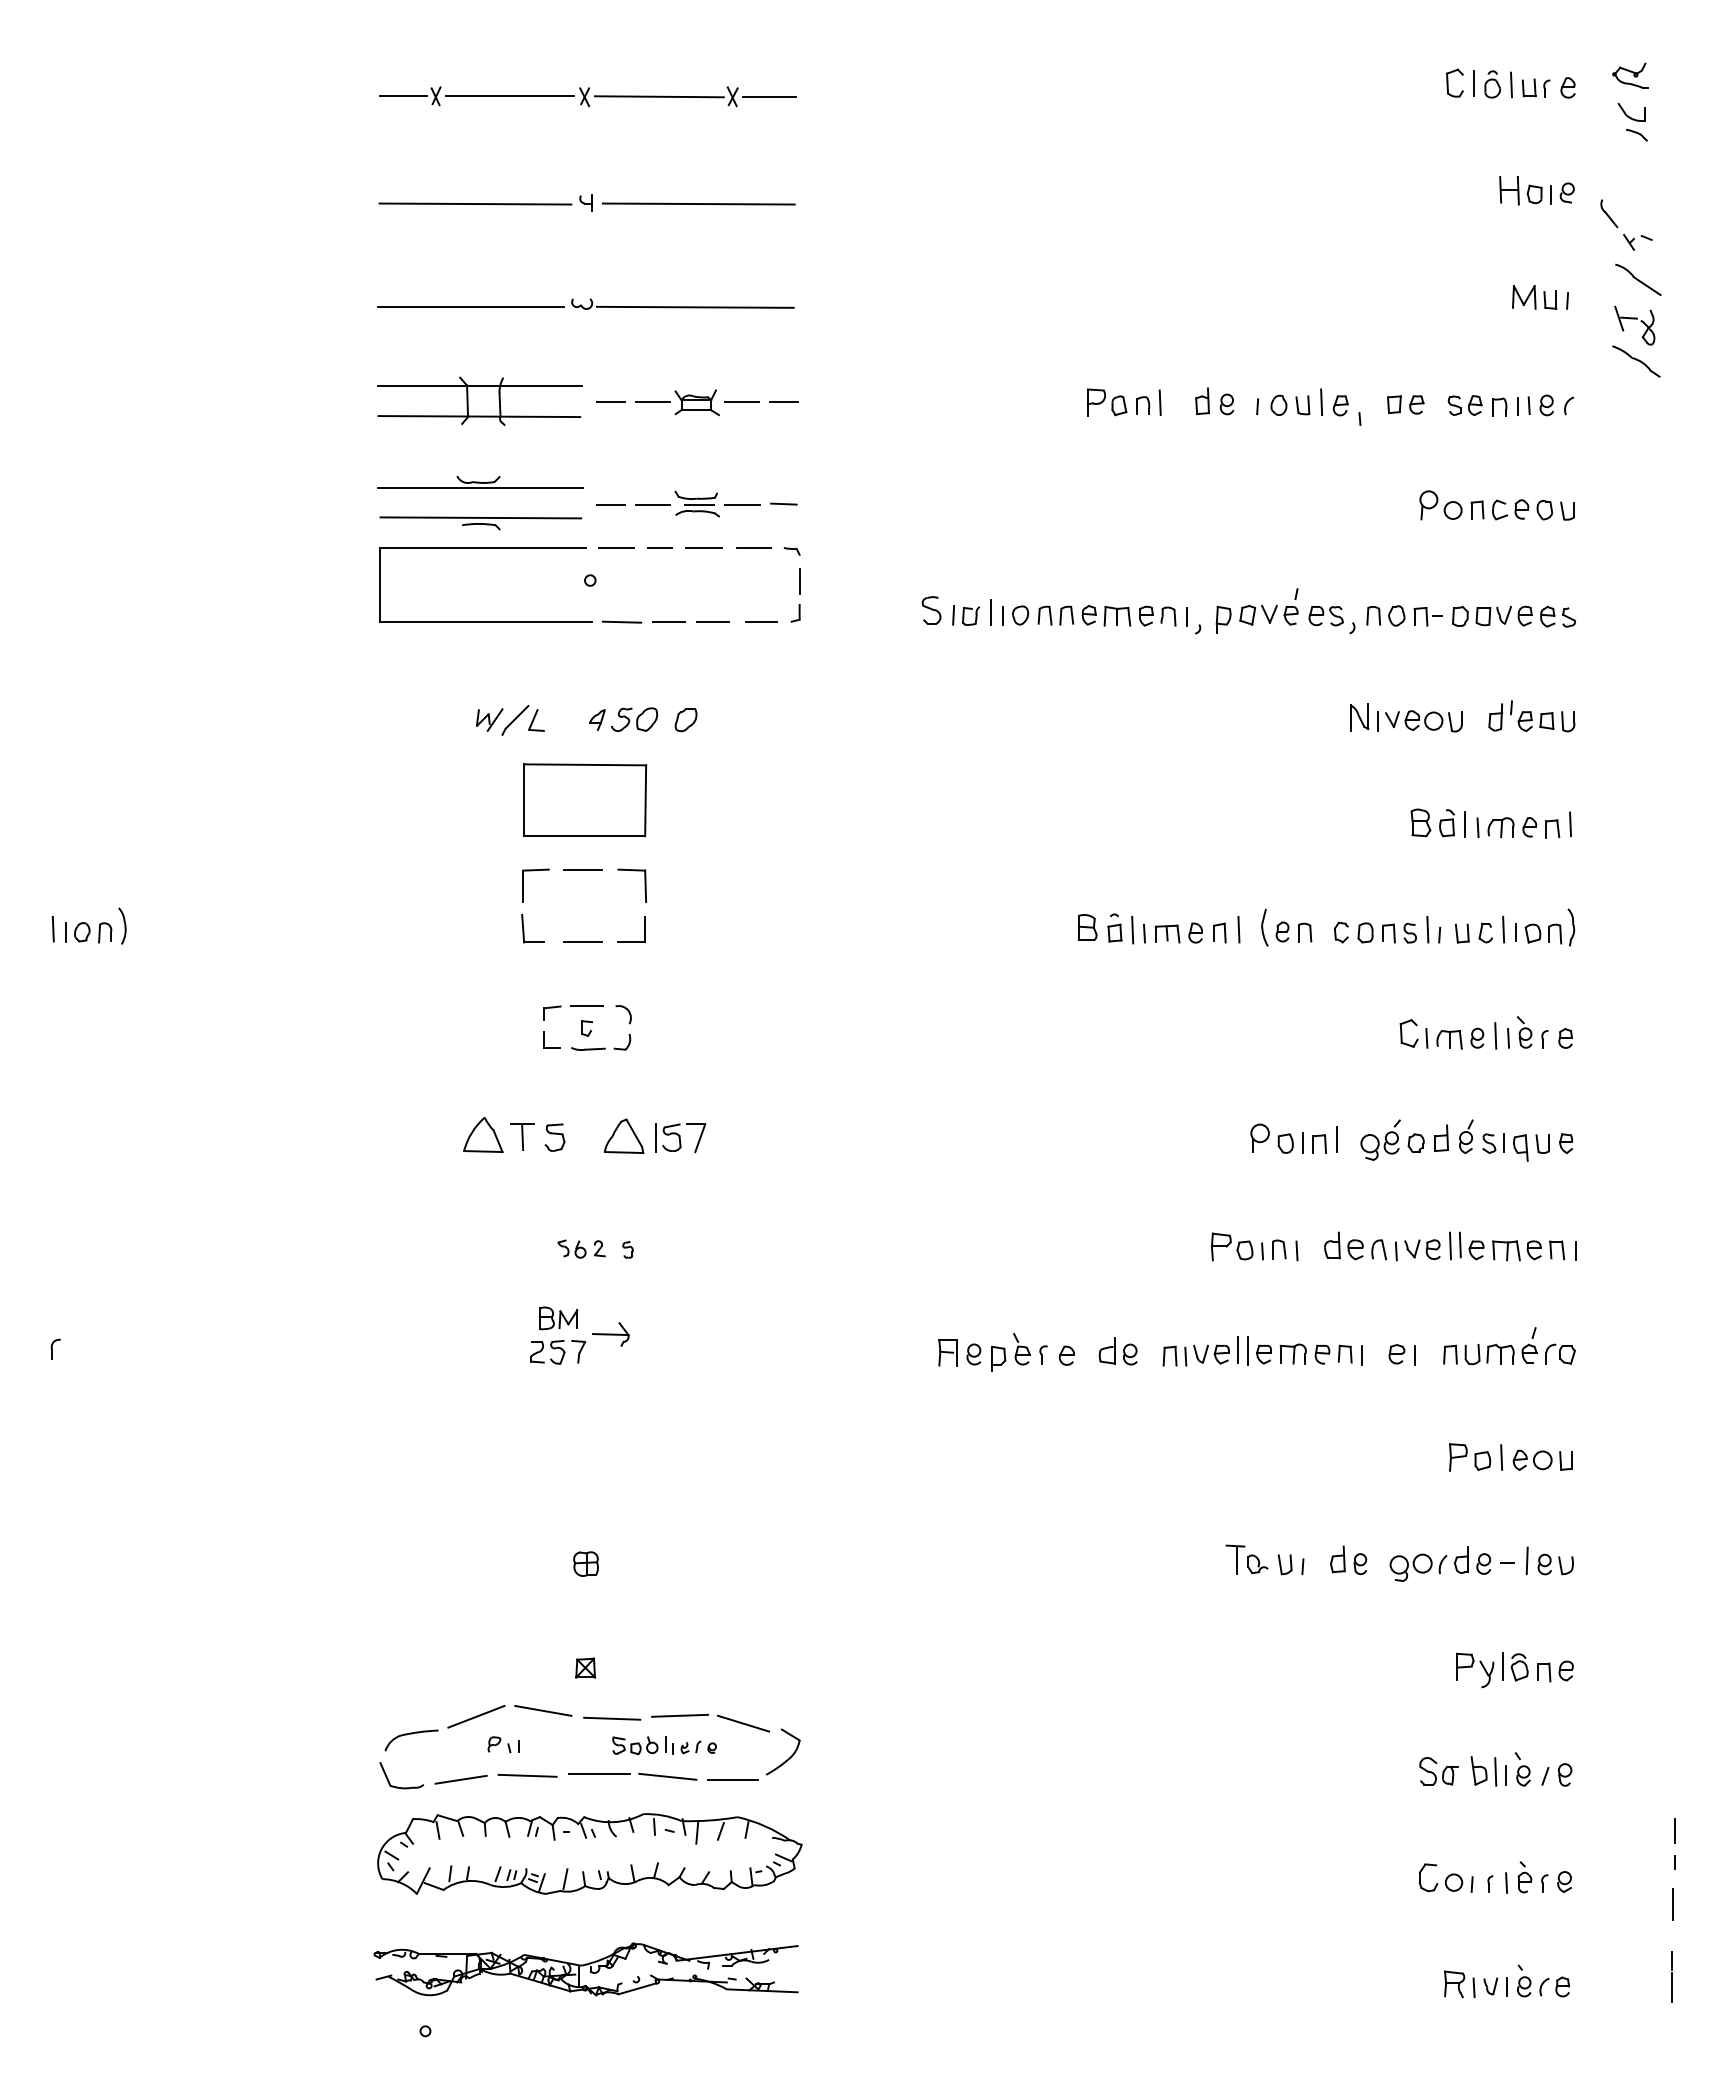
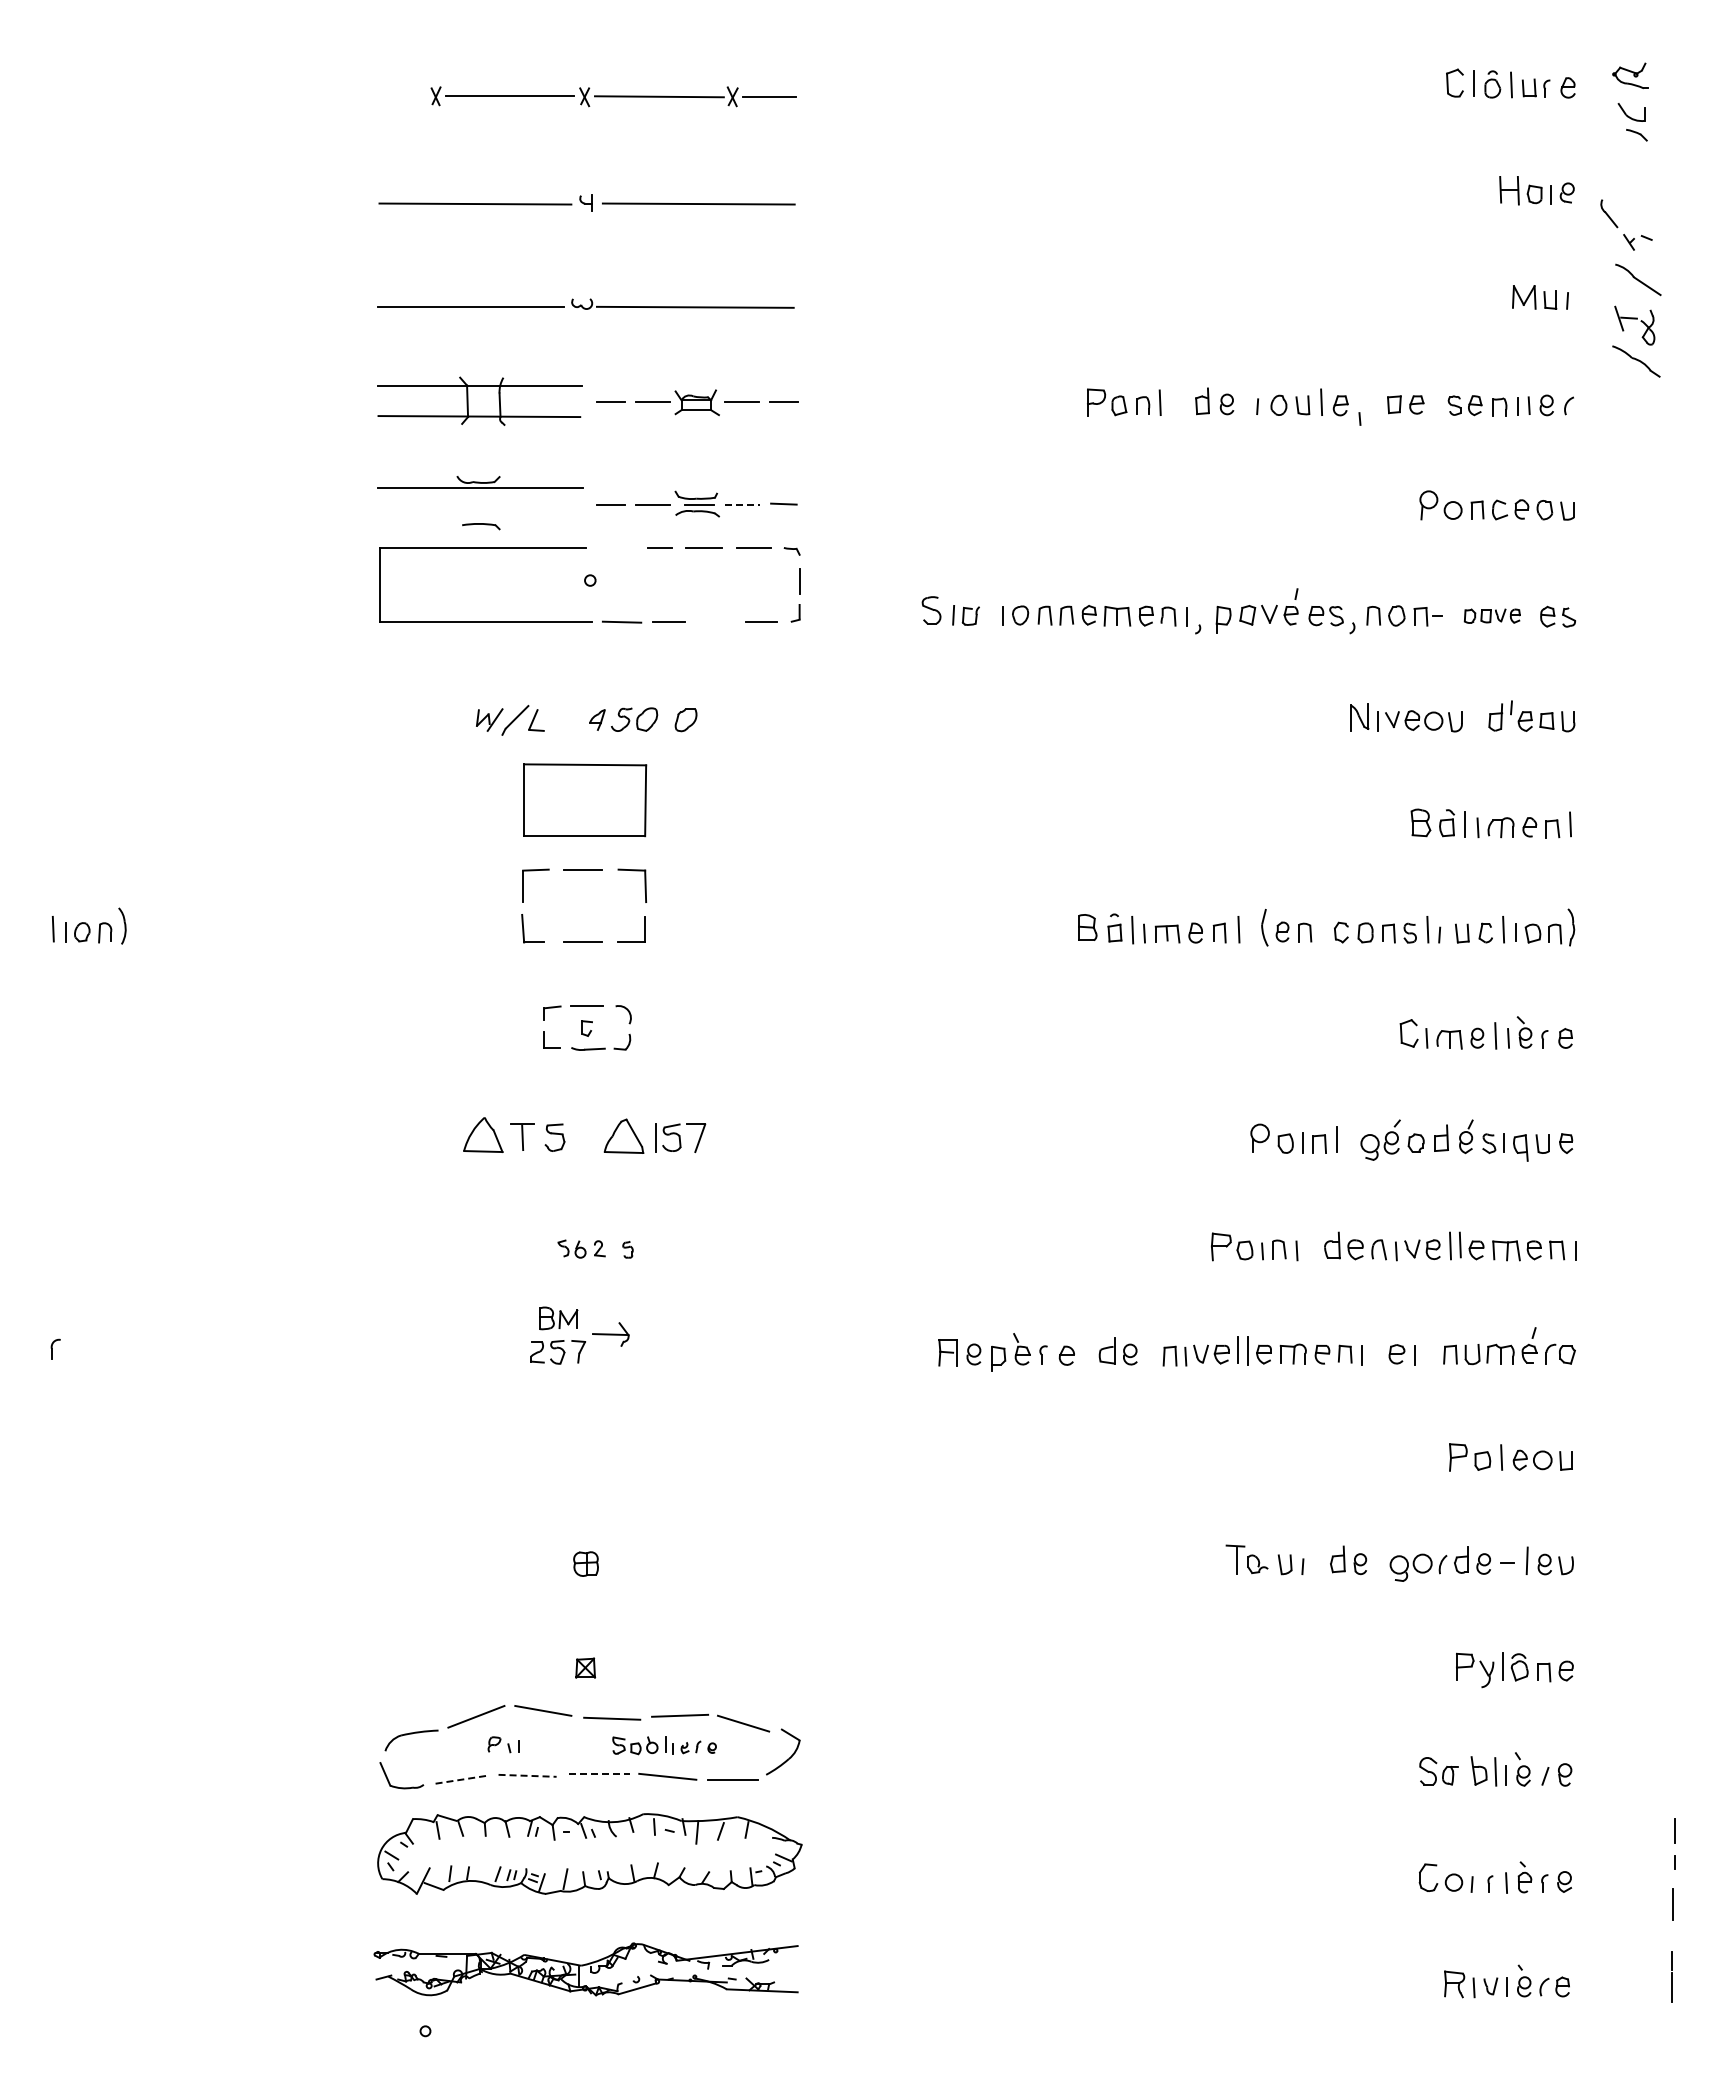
line at (402, 96): present -> none
line at (742, 504): solid -> dashed
line at (480, 517): present -> none
line at (616, 547): present -> none
line at (990, 612): present -> none
part at (1492, 615) size: 81x22 px -> 58x16 px
line at (712, 621): present -> none
line at (599, 1773): solid -> dashed
line at (528, 1775): solid -> dashed
line at (461, 1779): solid -> dashed
